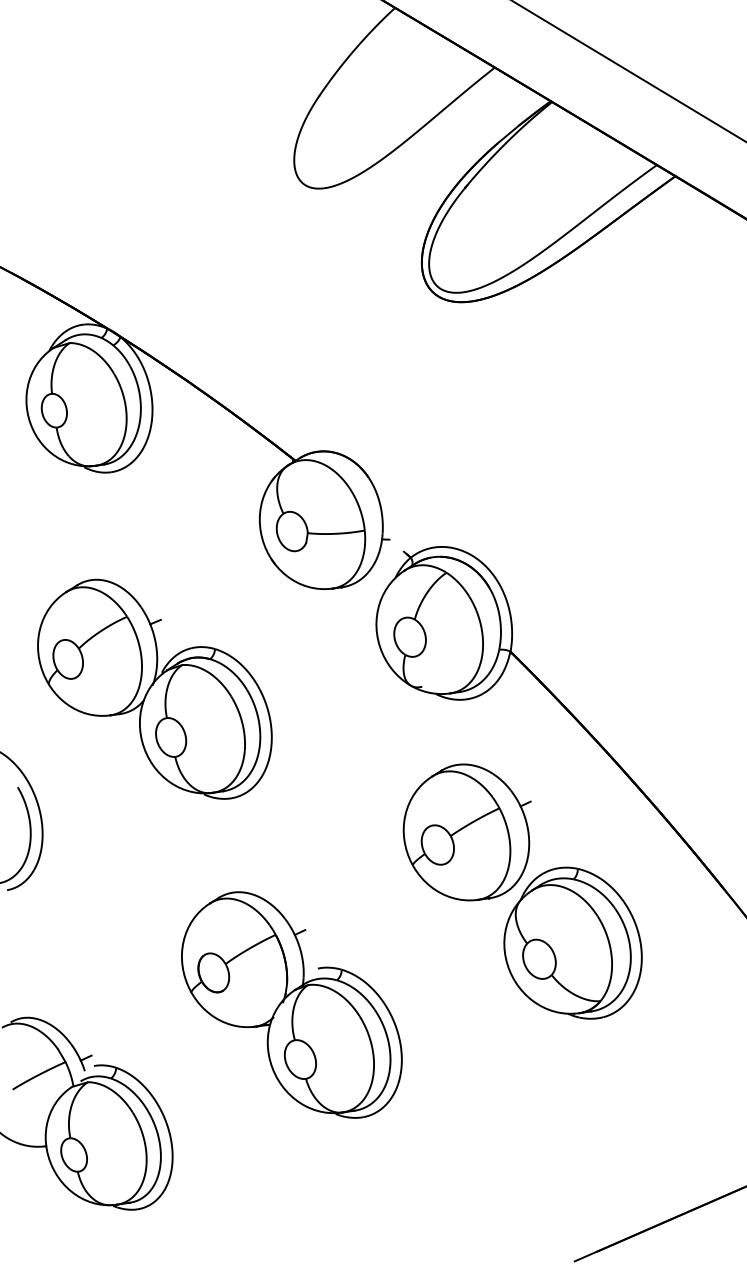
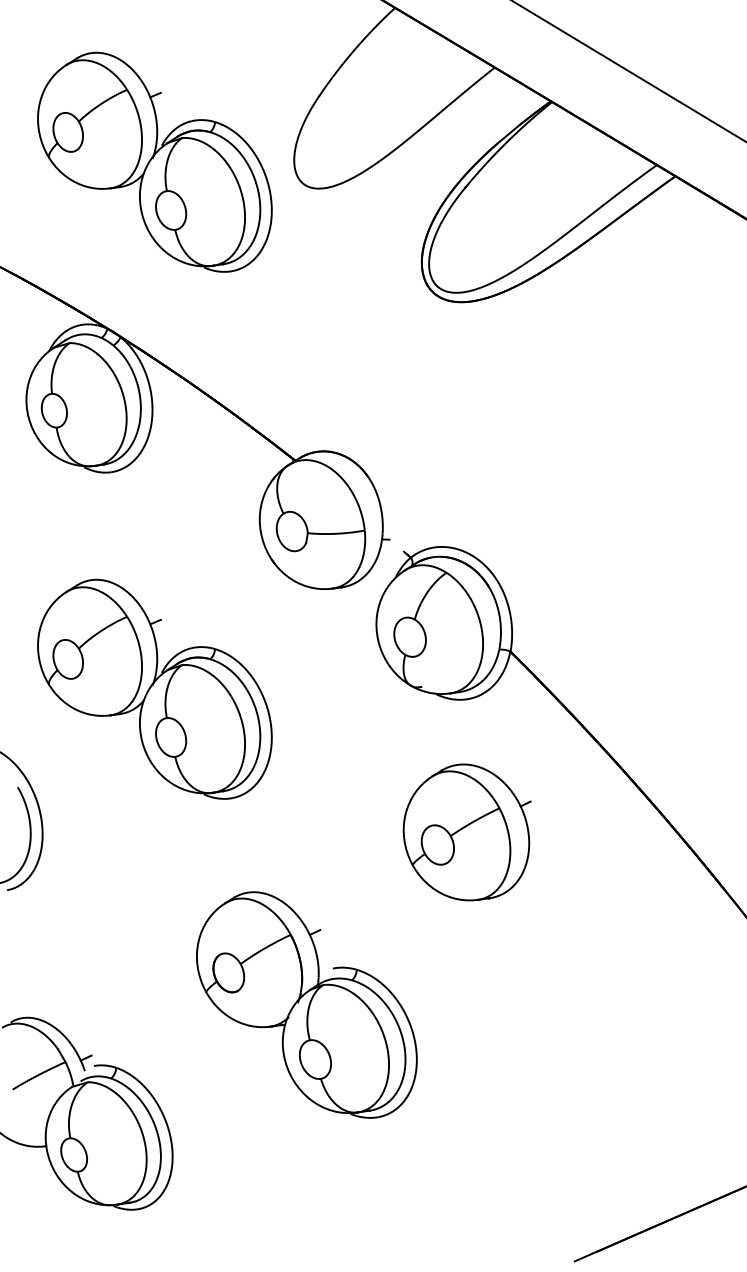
part at (154, 161): none -> present
part at (572, 942): present -> none
part at (291, 1004) position: (291, 1004) -> (306, 1004)
